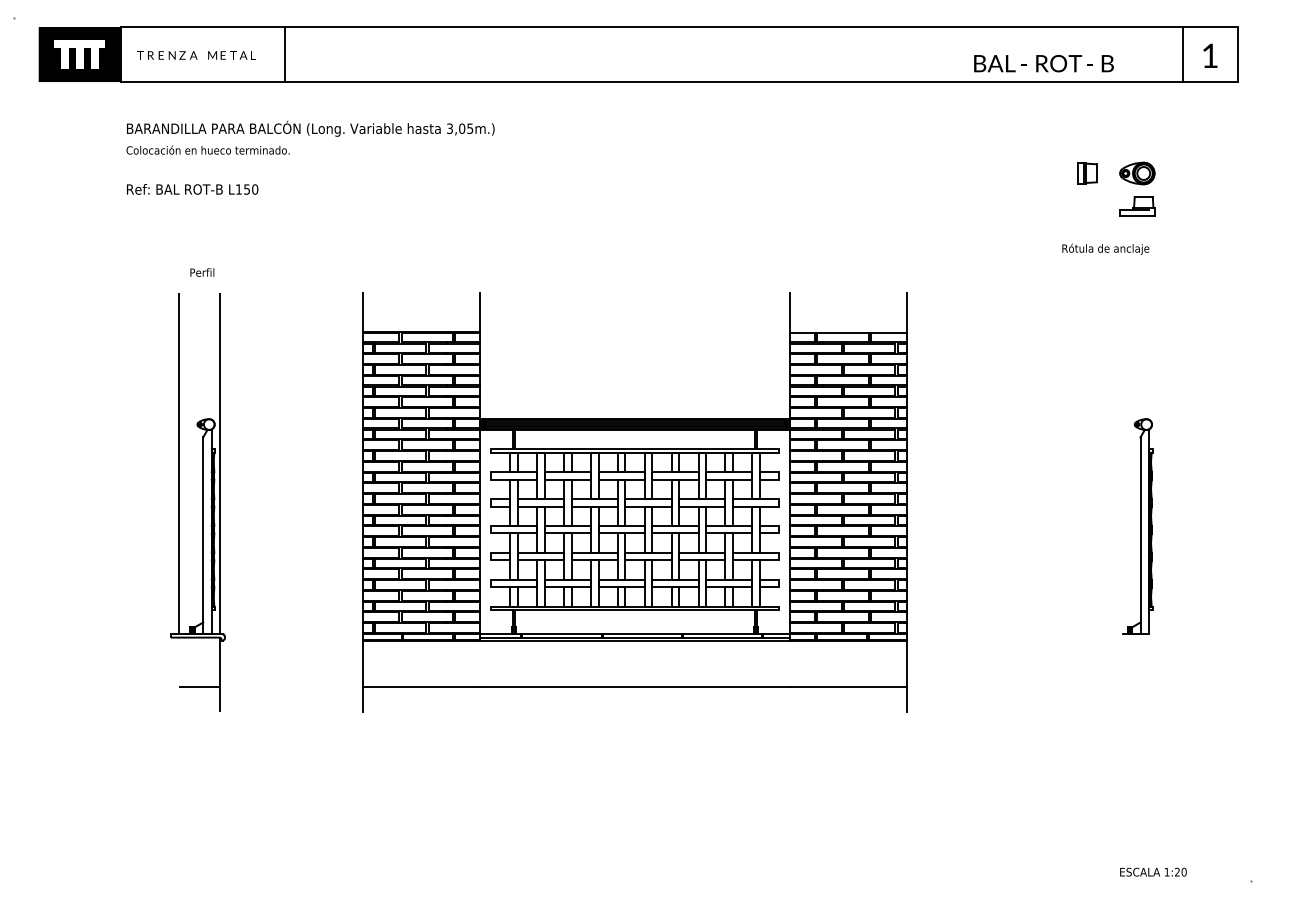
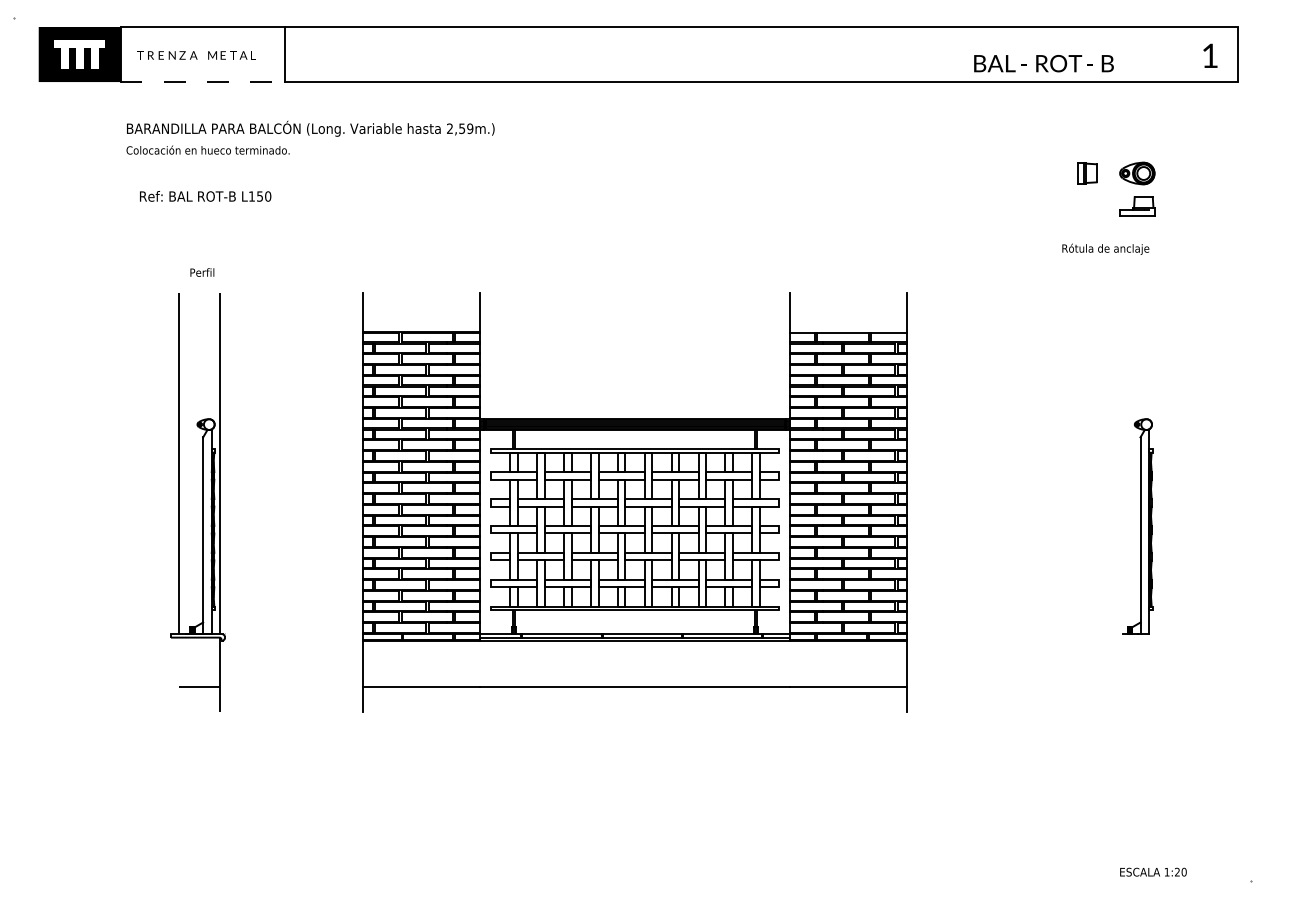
line at (1183, 54): present -> none
line at (203, 81): solid -> dashed
text at (460, 128): 3,05m.) -> 2,59m.)
text at (192, 189) position: (192, 189) -> (205, 196)
